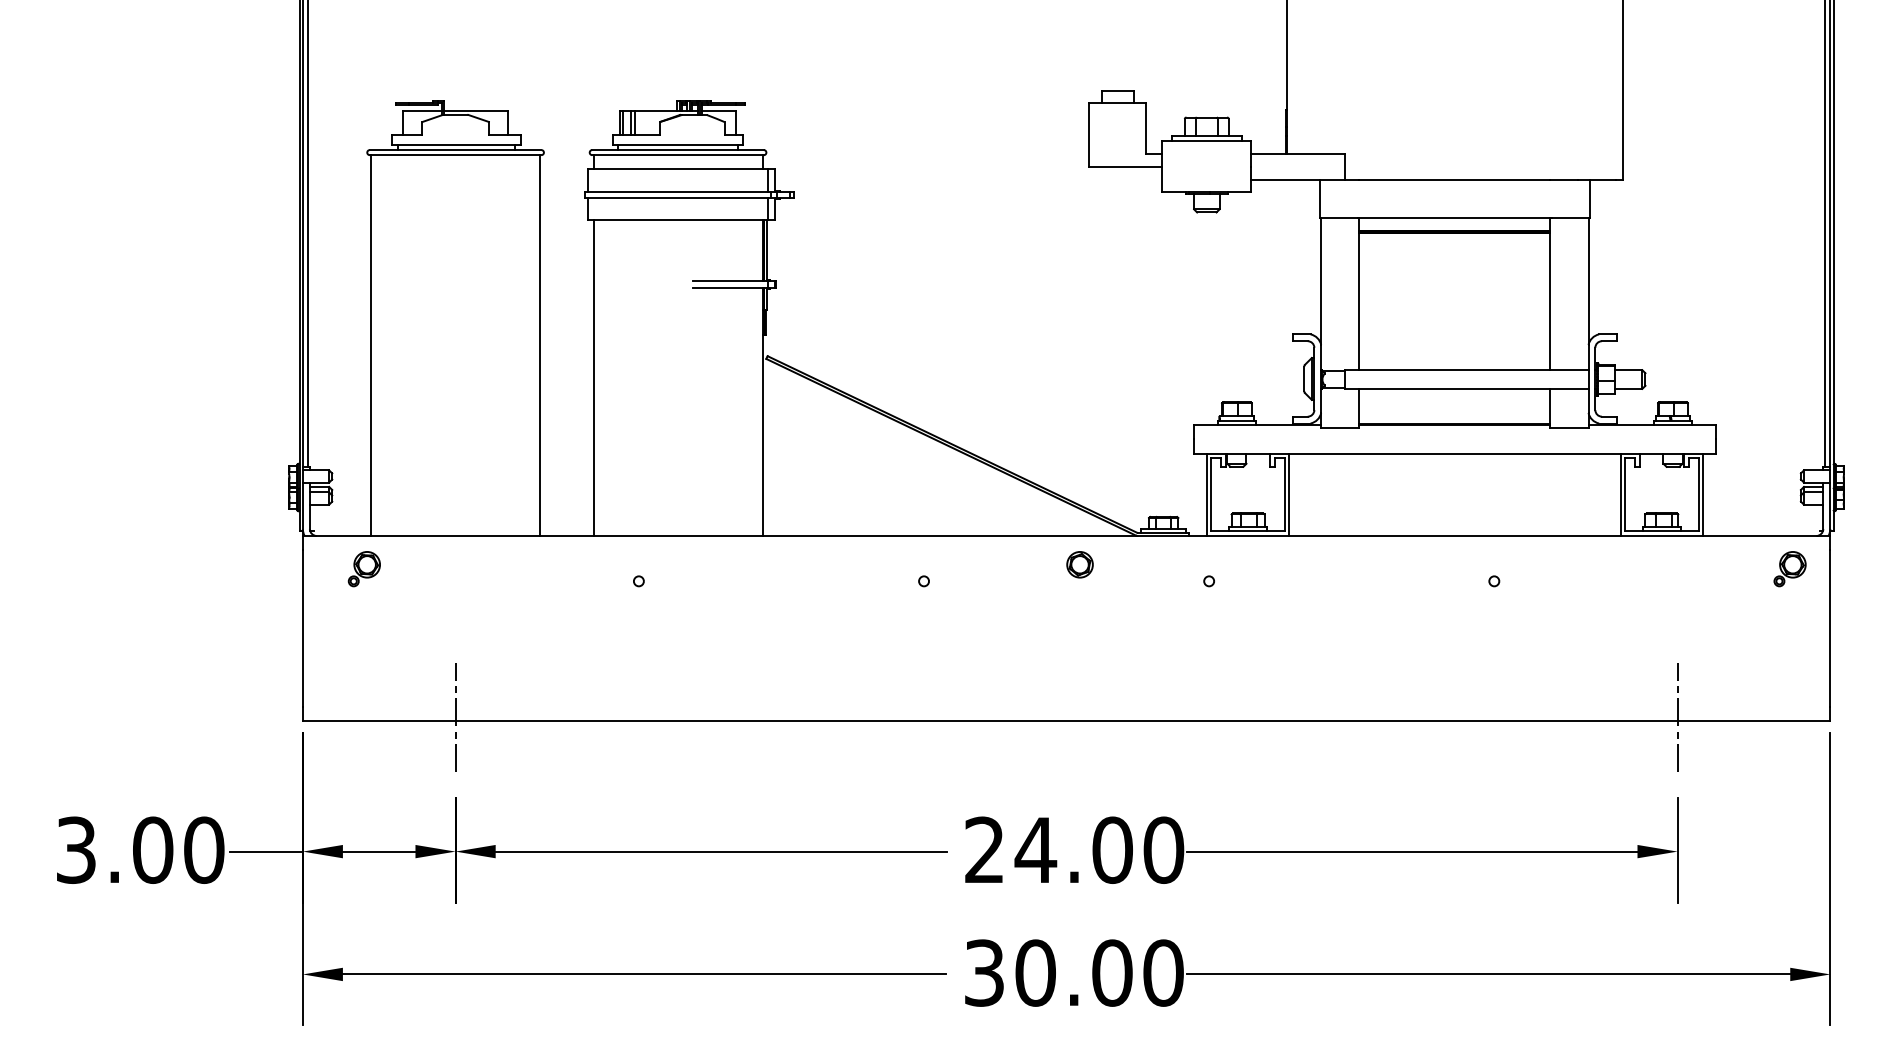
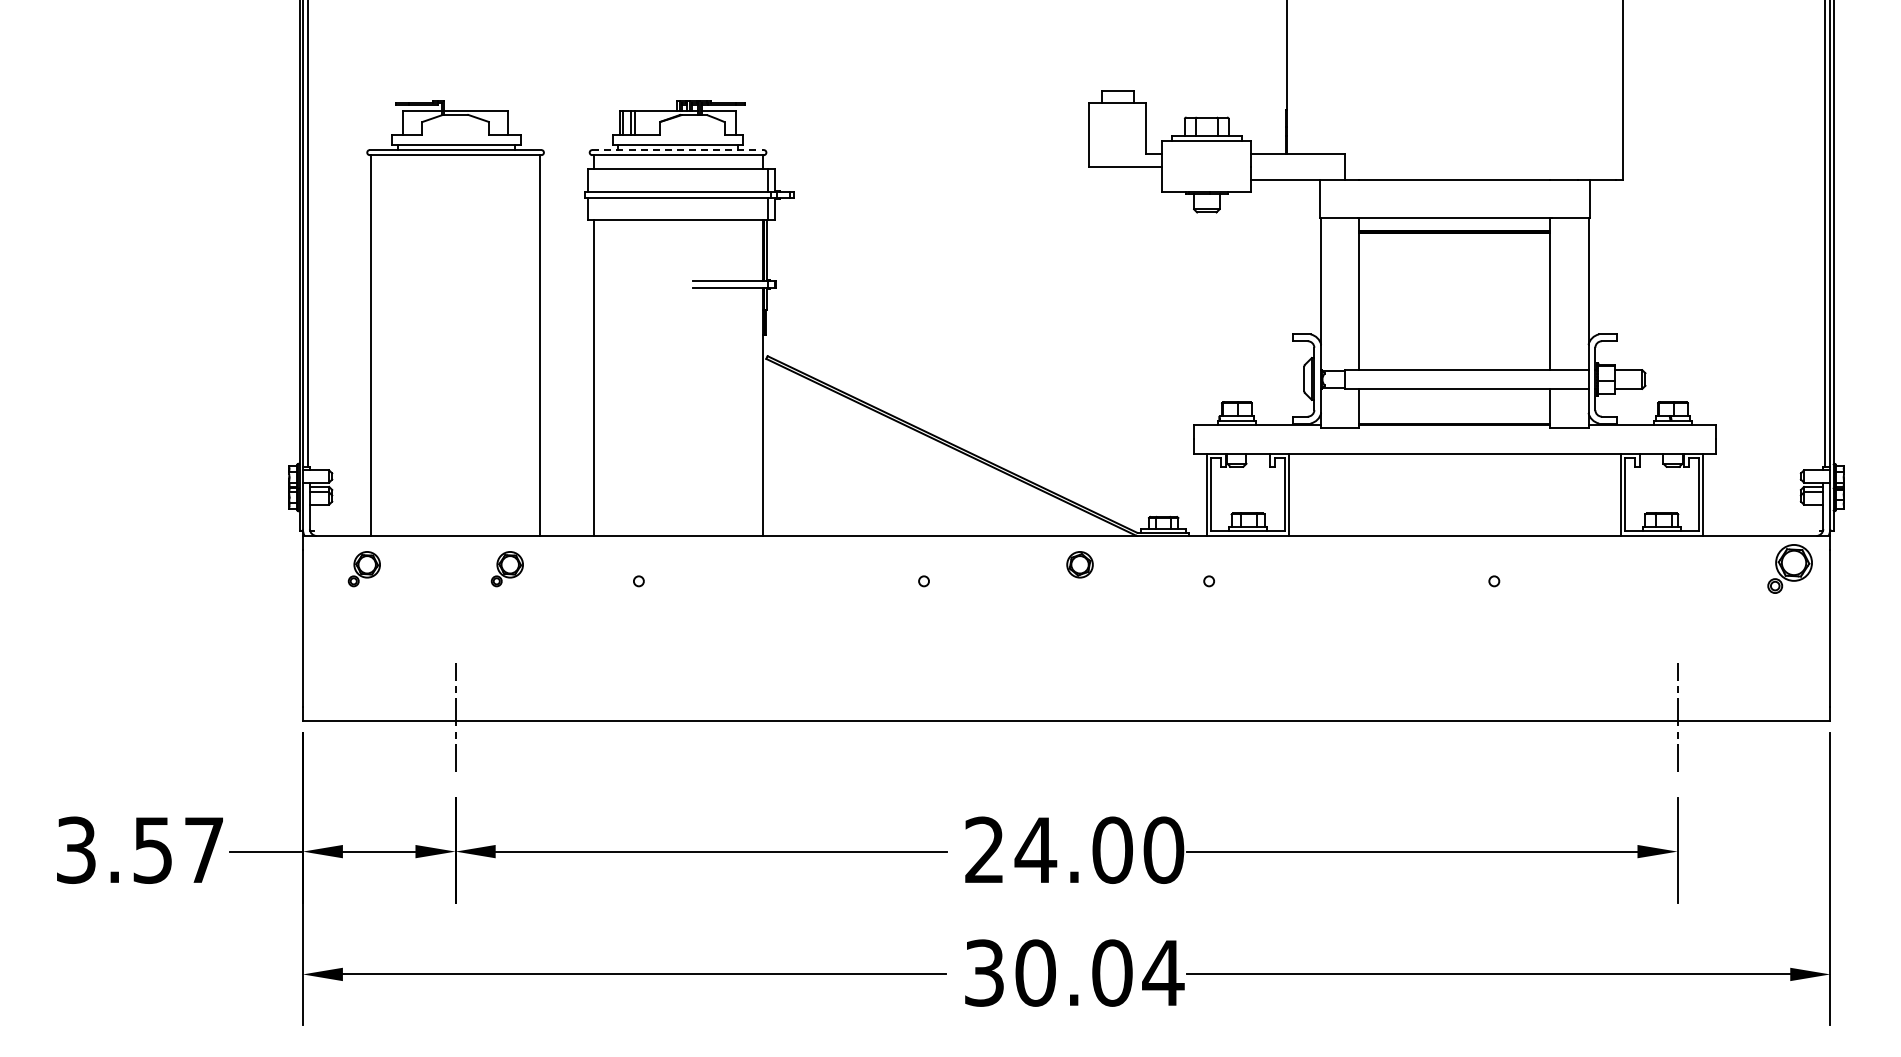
line at (678, 150): solid -> dashed
part at (506, 569): none -> present
part at (1789, 569) size: 34x37 px -> 46x50 px
text at (178, 849): 3.00 -> 3.57
text at (1163, 972): 30.00 -> 30.04
